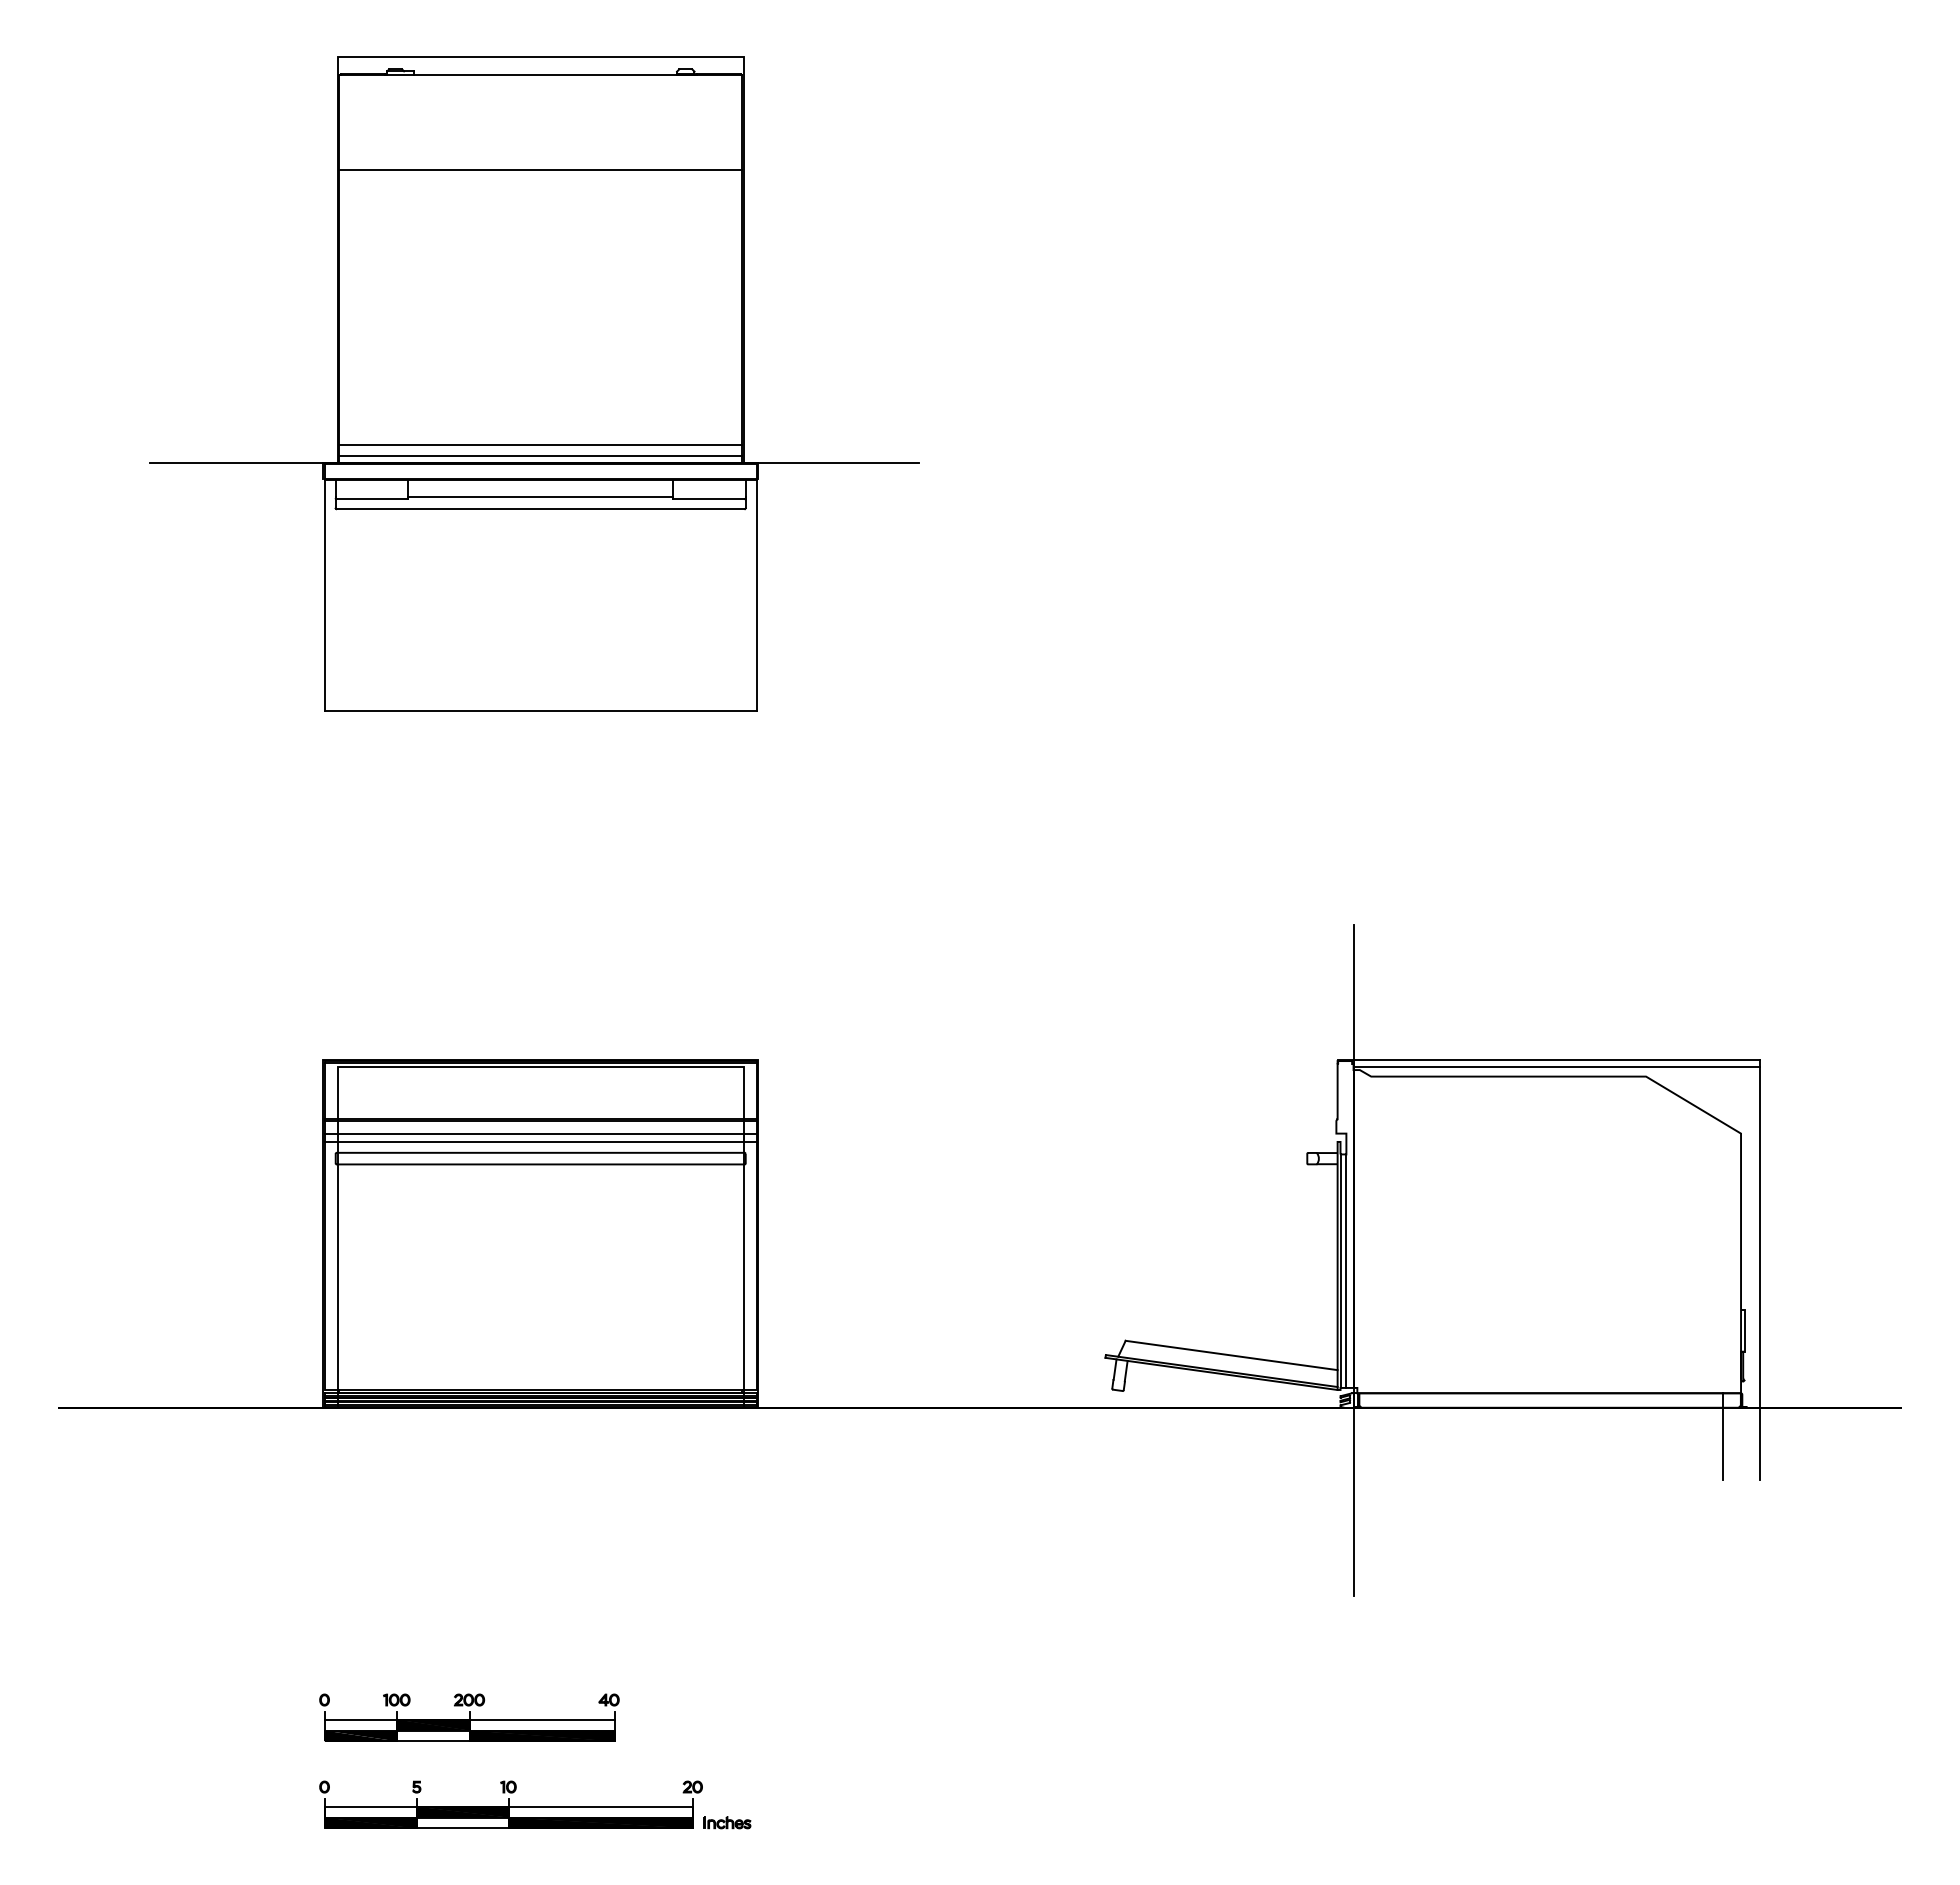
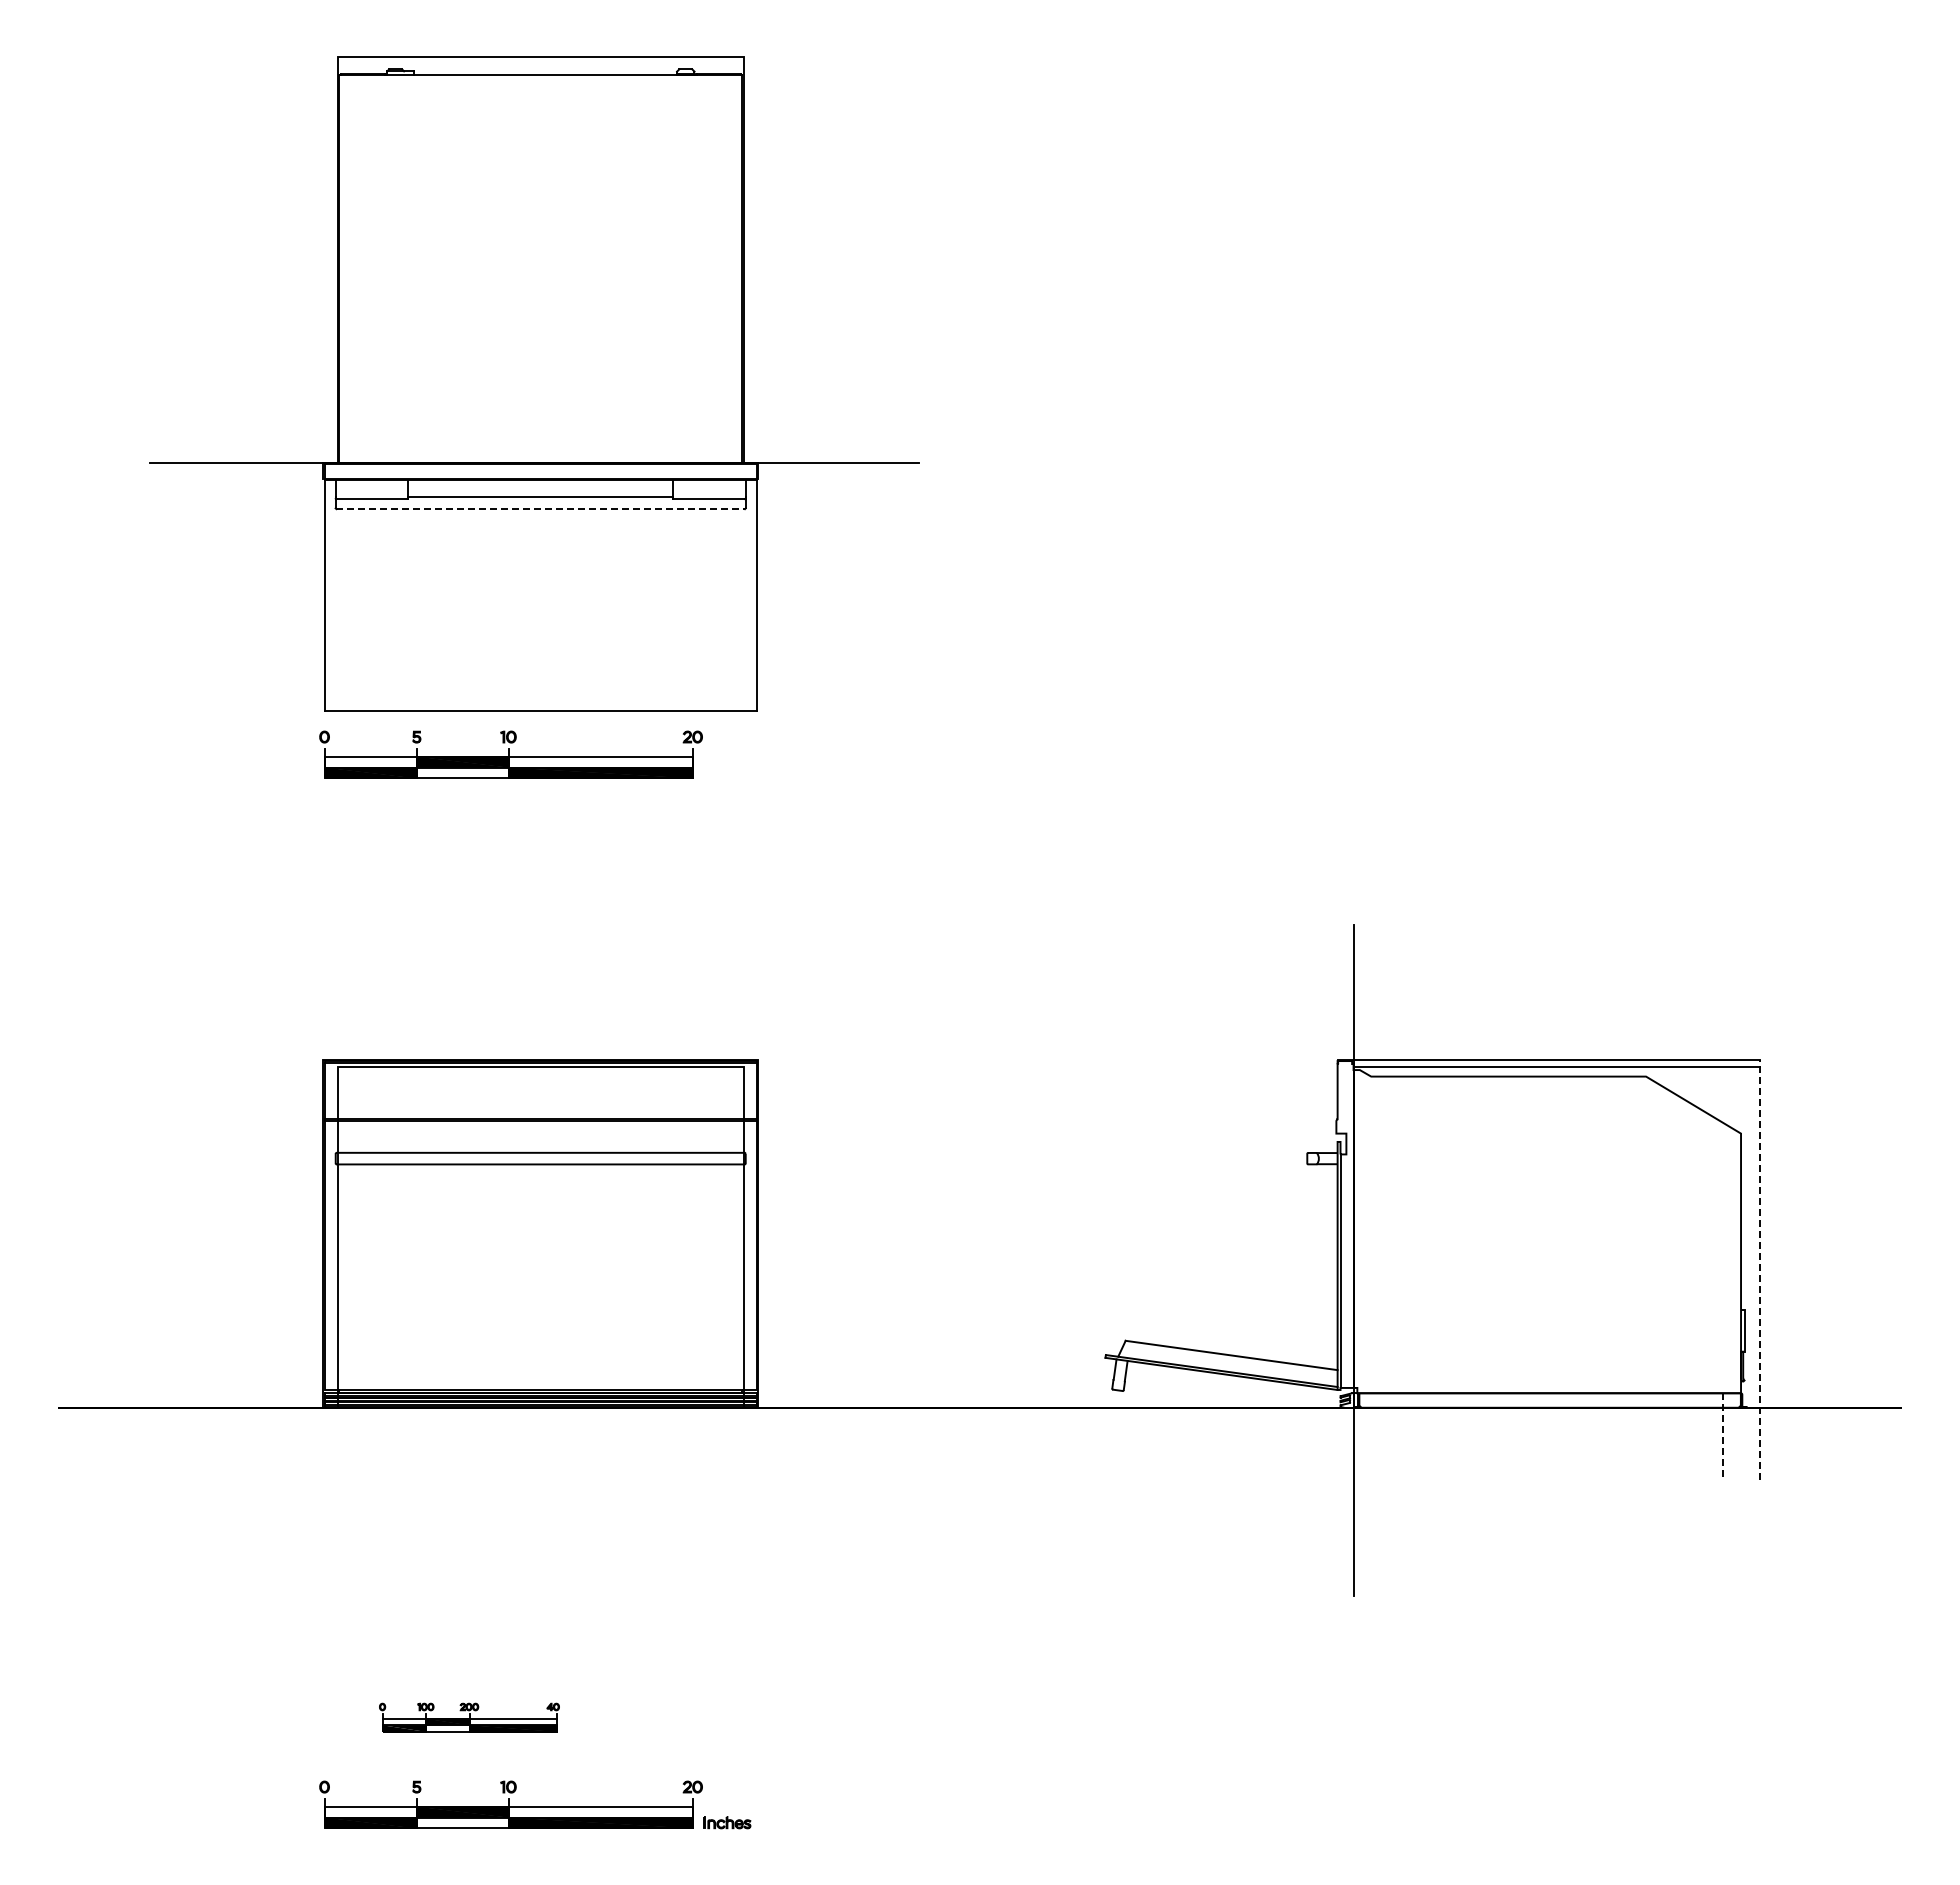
line at (540, 170): present -> none
line at (540, 445): present -> none
line at (540, 456): present -> none
line at (541, 509): solid -> dashed
part at (510, 754): none -> present
line at (540, 1133): present -> none
line at (540, 1141): present -> none
line at (1759, 1269): solid -> dashed
line at (1346, 1270): present -> none
line at (1723, 1437): solid -> dashed
part at (469, 1717) size: 301x49 px -> 181x31 px
